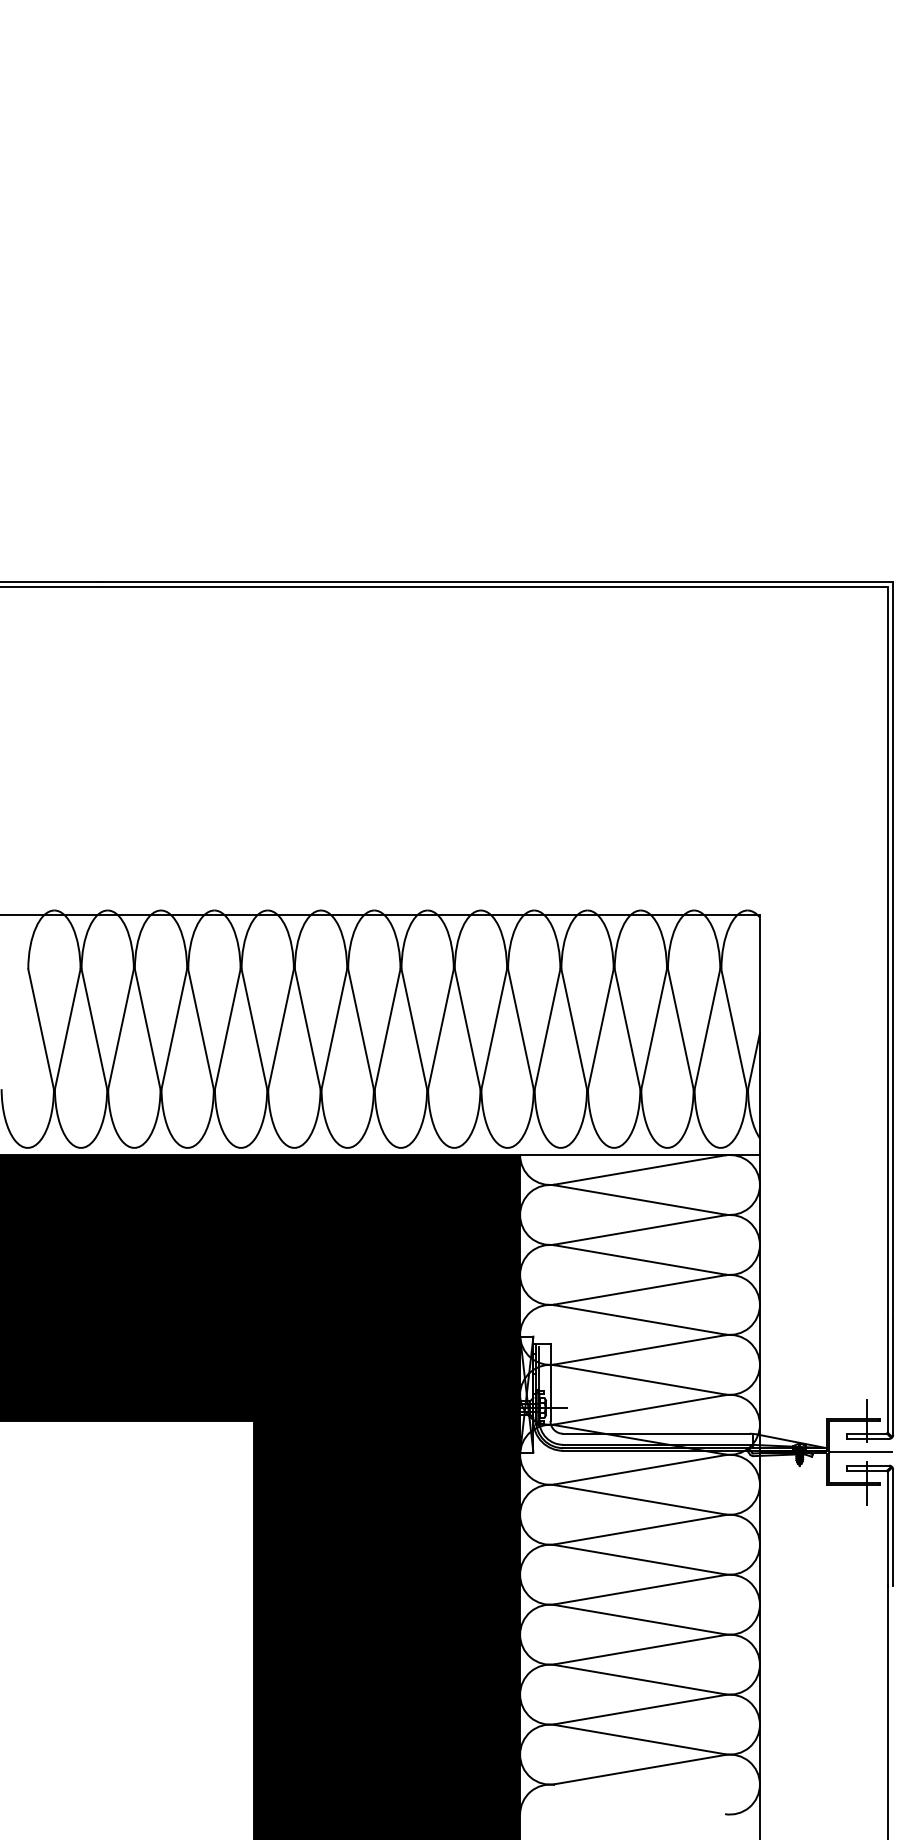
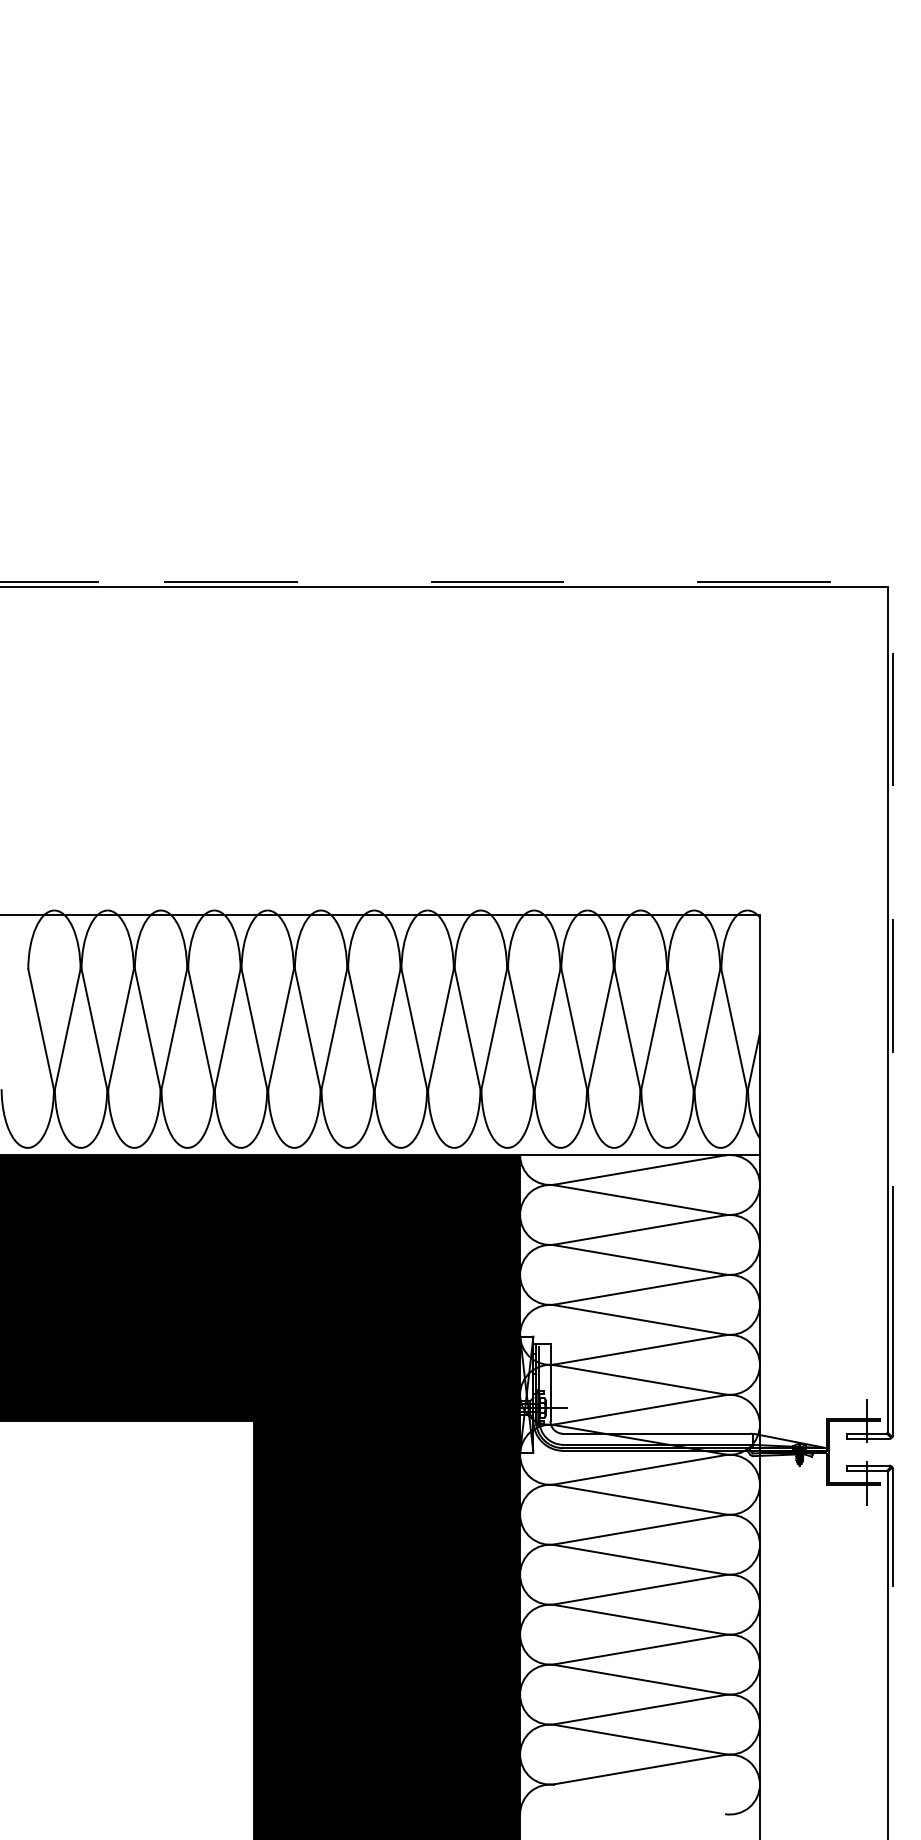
line at (864, 582): solid -> dashed
line at (861, 1452): present -> none
